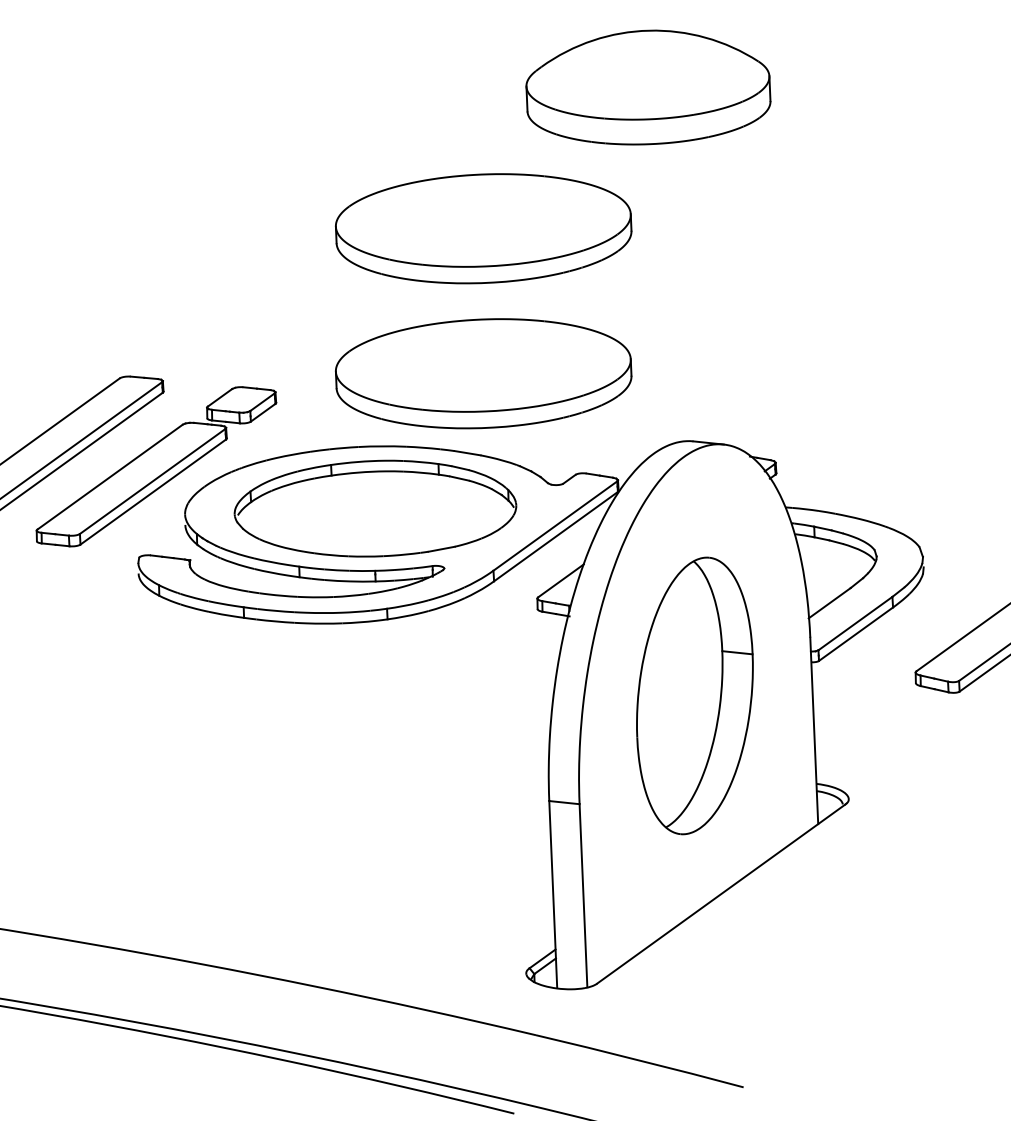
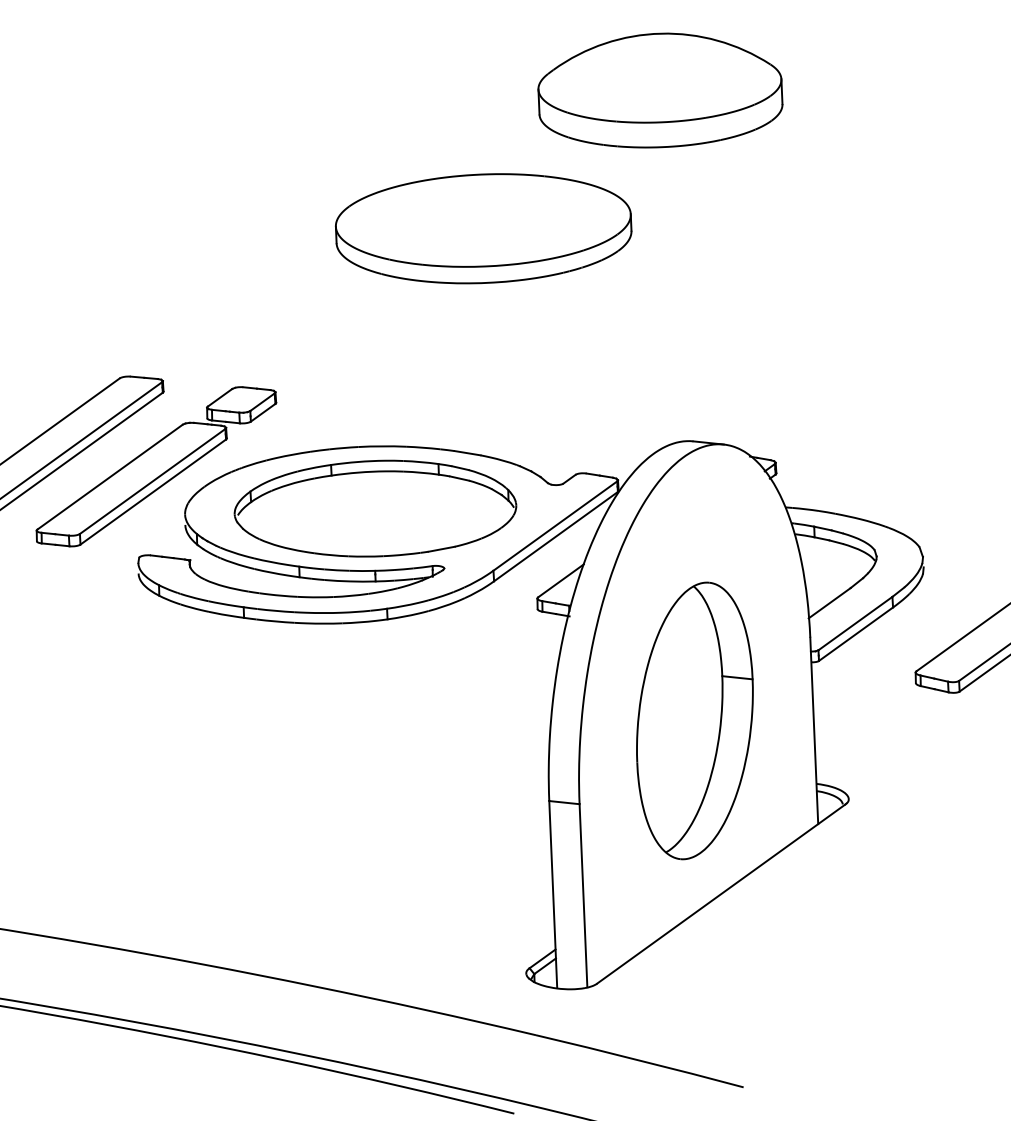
part at (648, 87) position: (648, 87) -> (660, 90)
part at (483, 373): present -> none
part at (694, 695) position: (694, 695) -> (694, 720)
